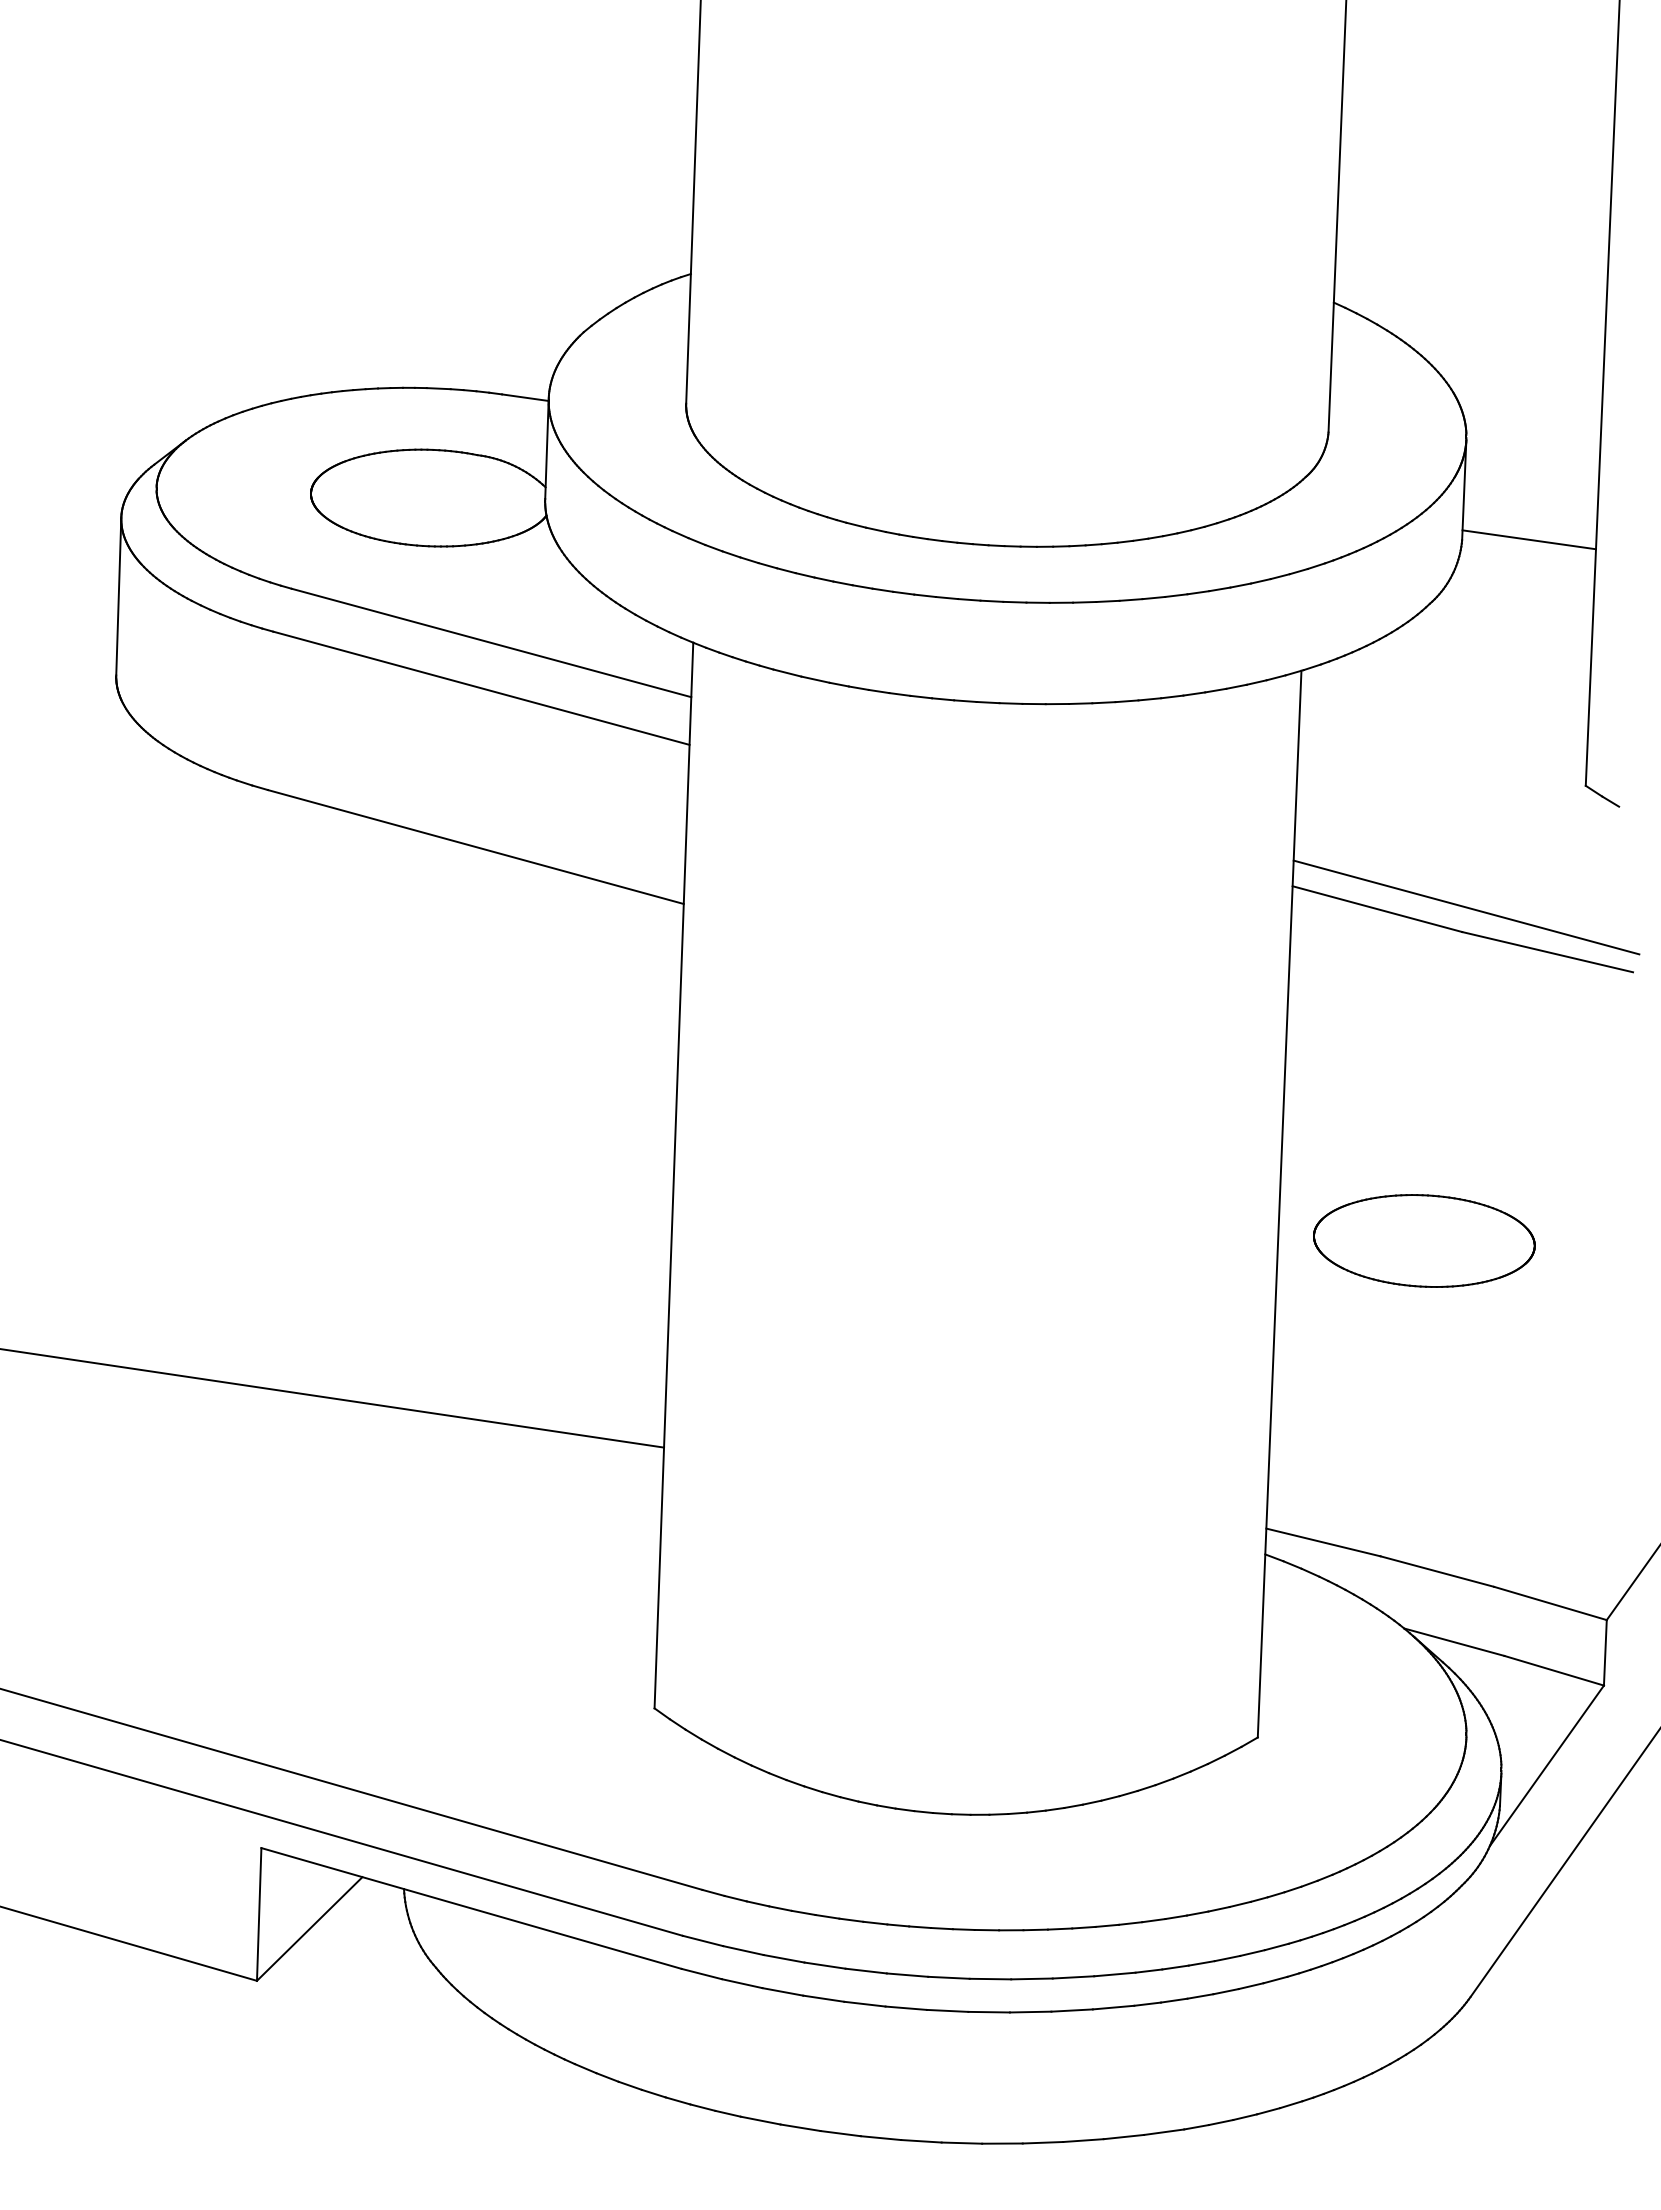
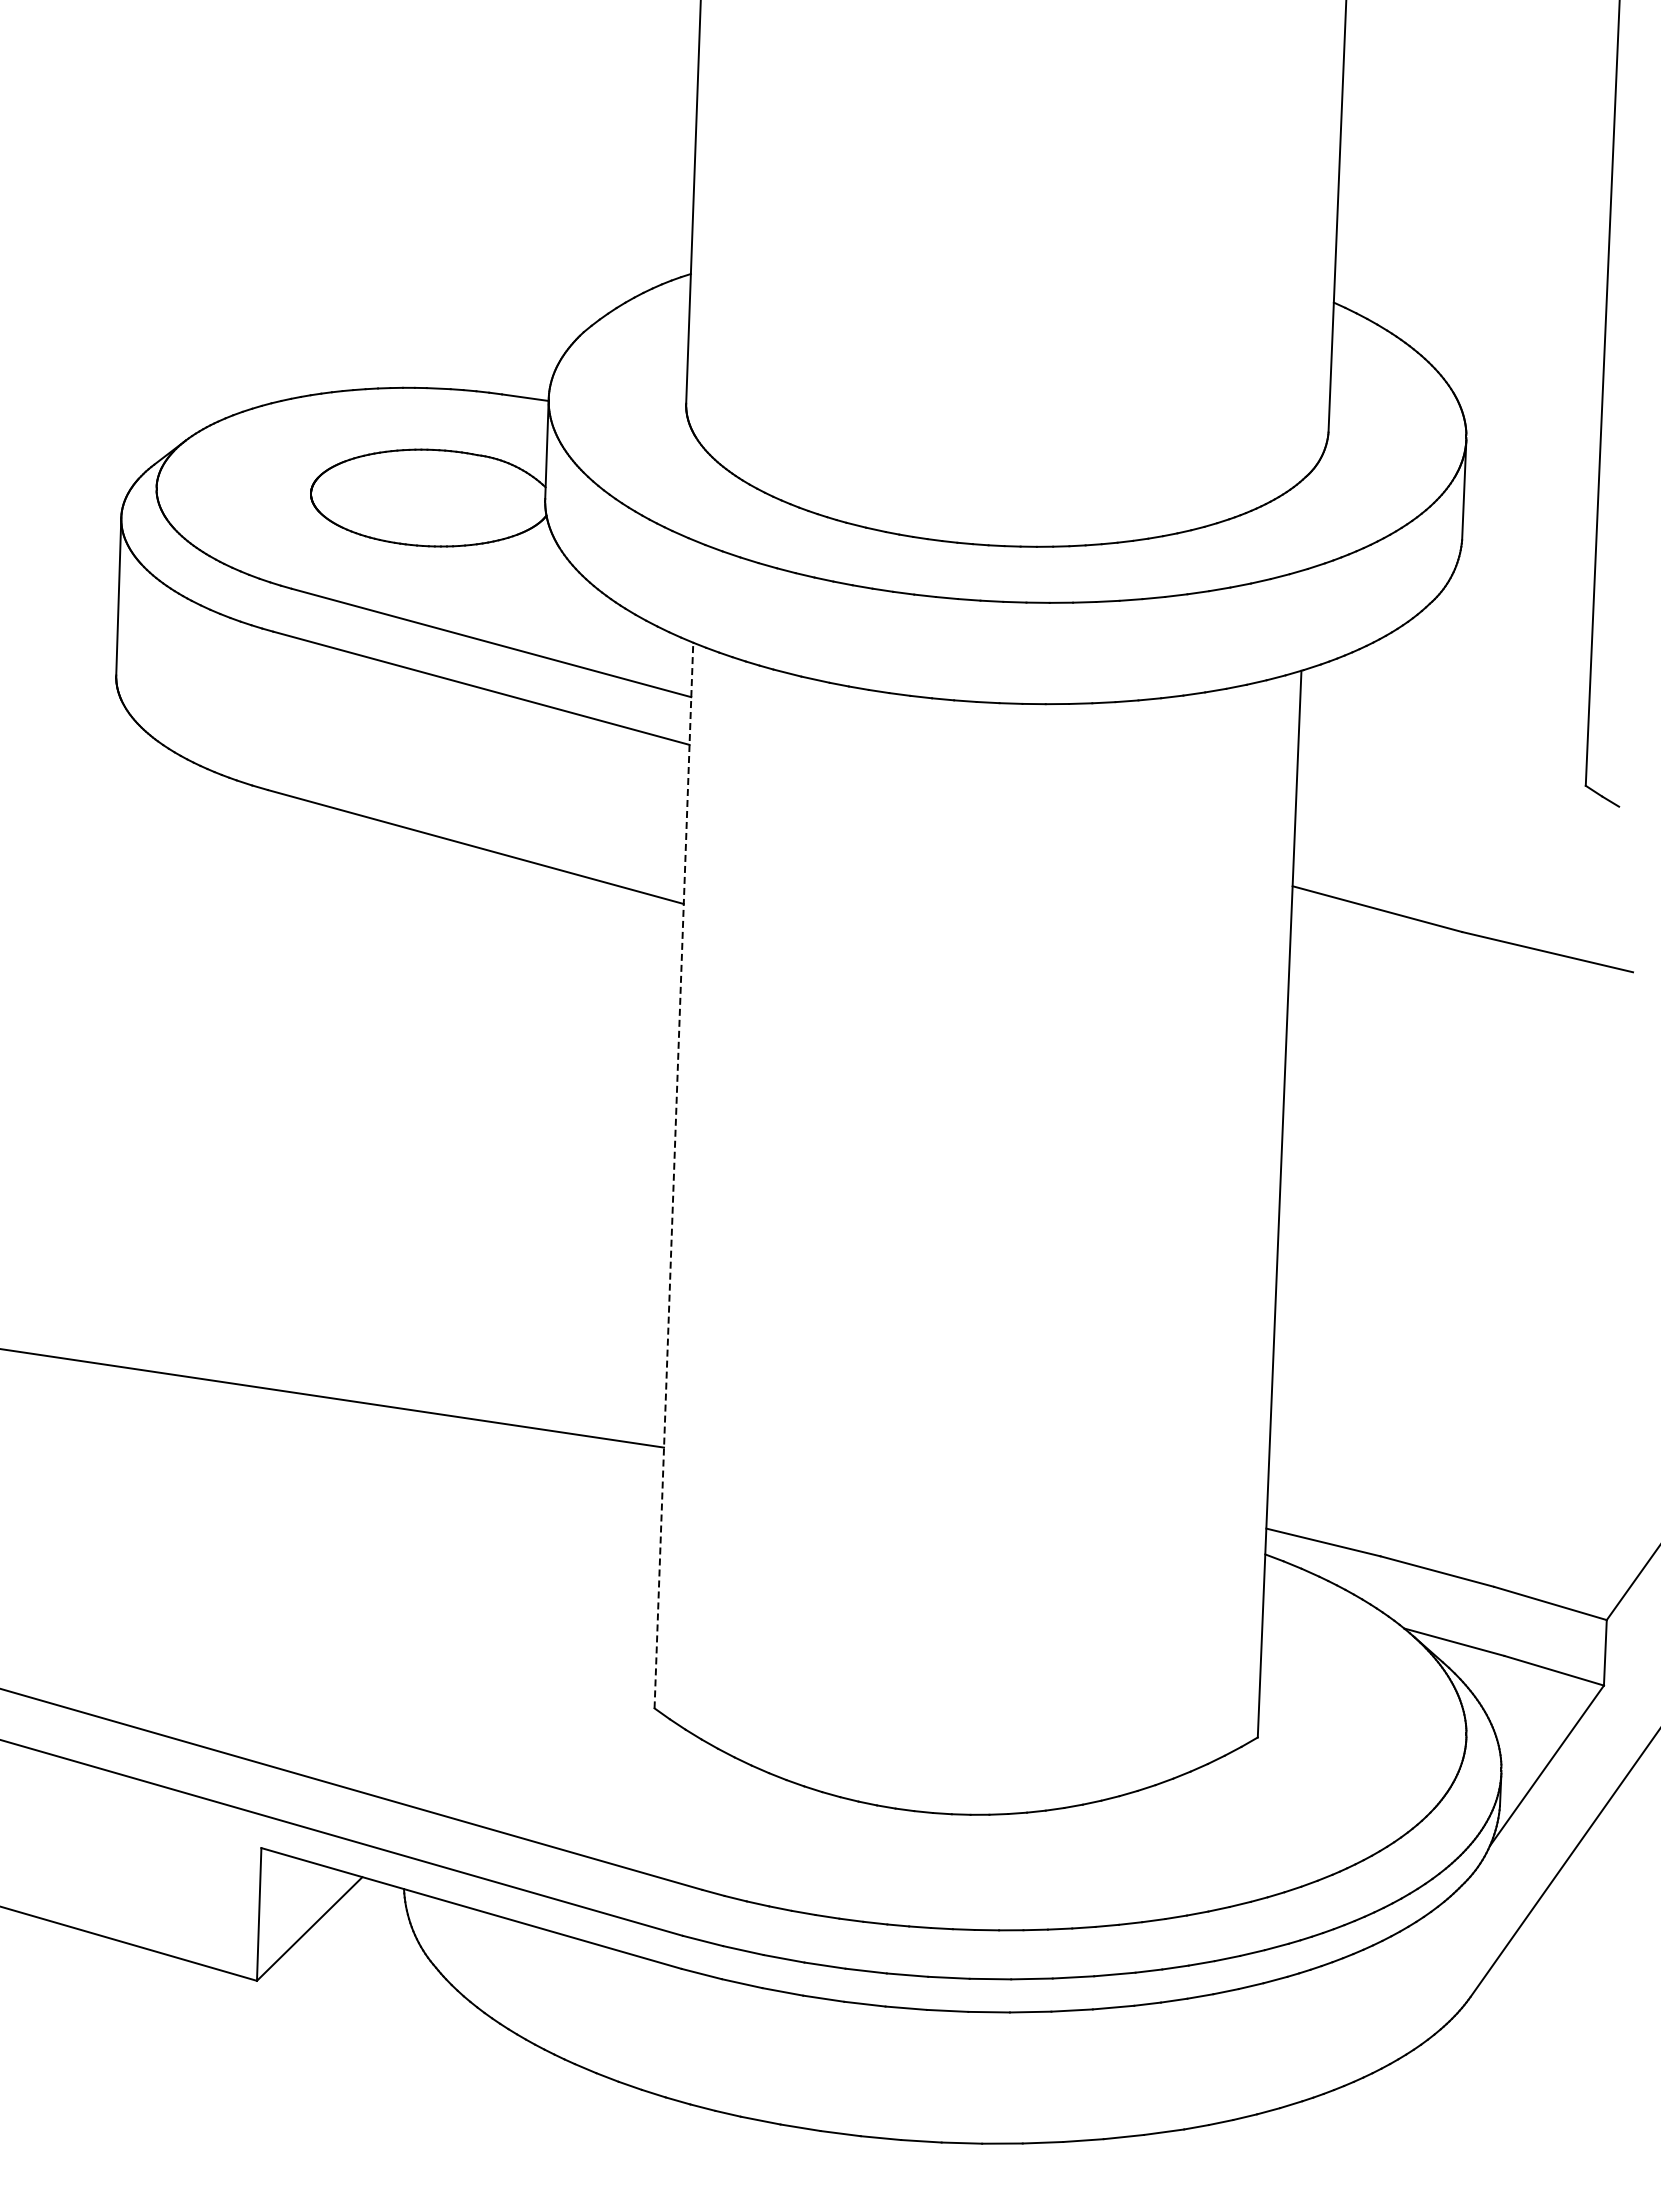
line at (1528, 539): present -> none
line at (1466, 907): present -> none
line at (673, 1175): solid -> dashed
part at (1424, 1240): present -> none
